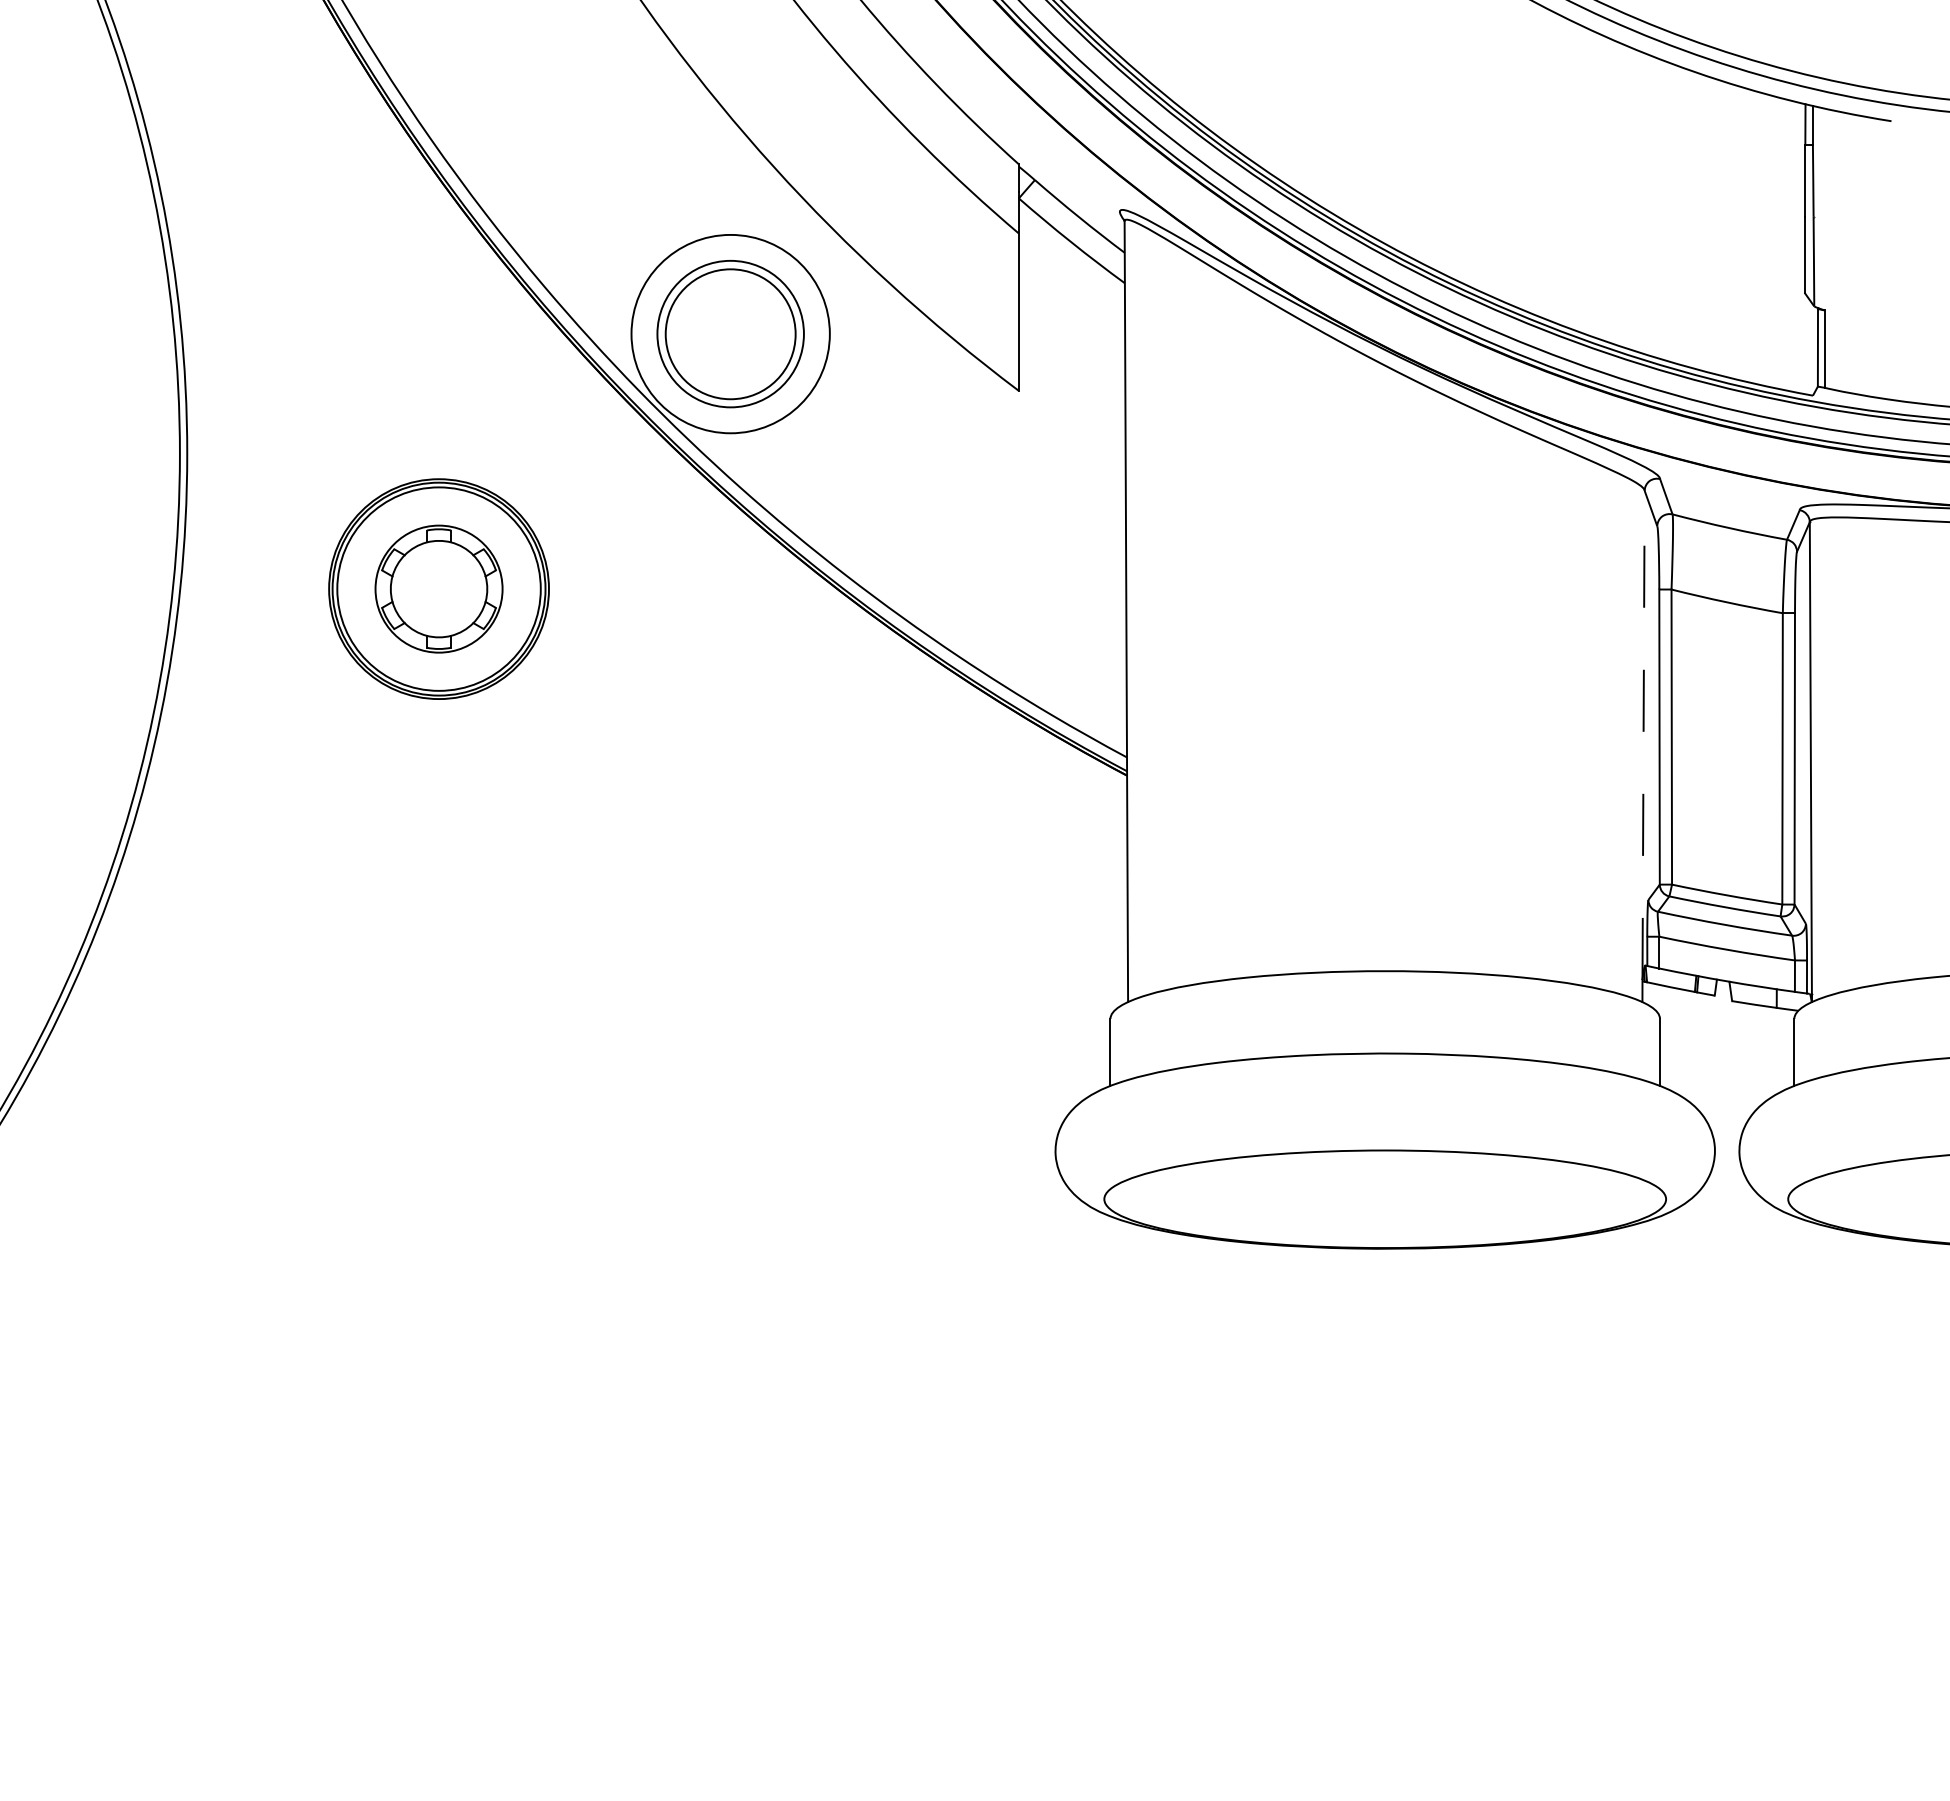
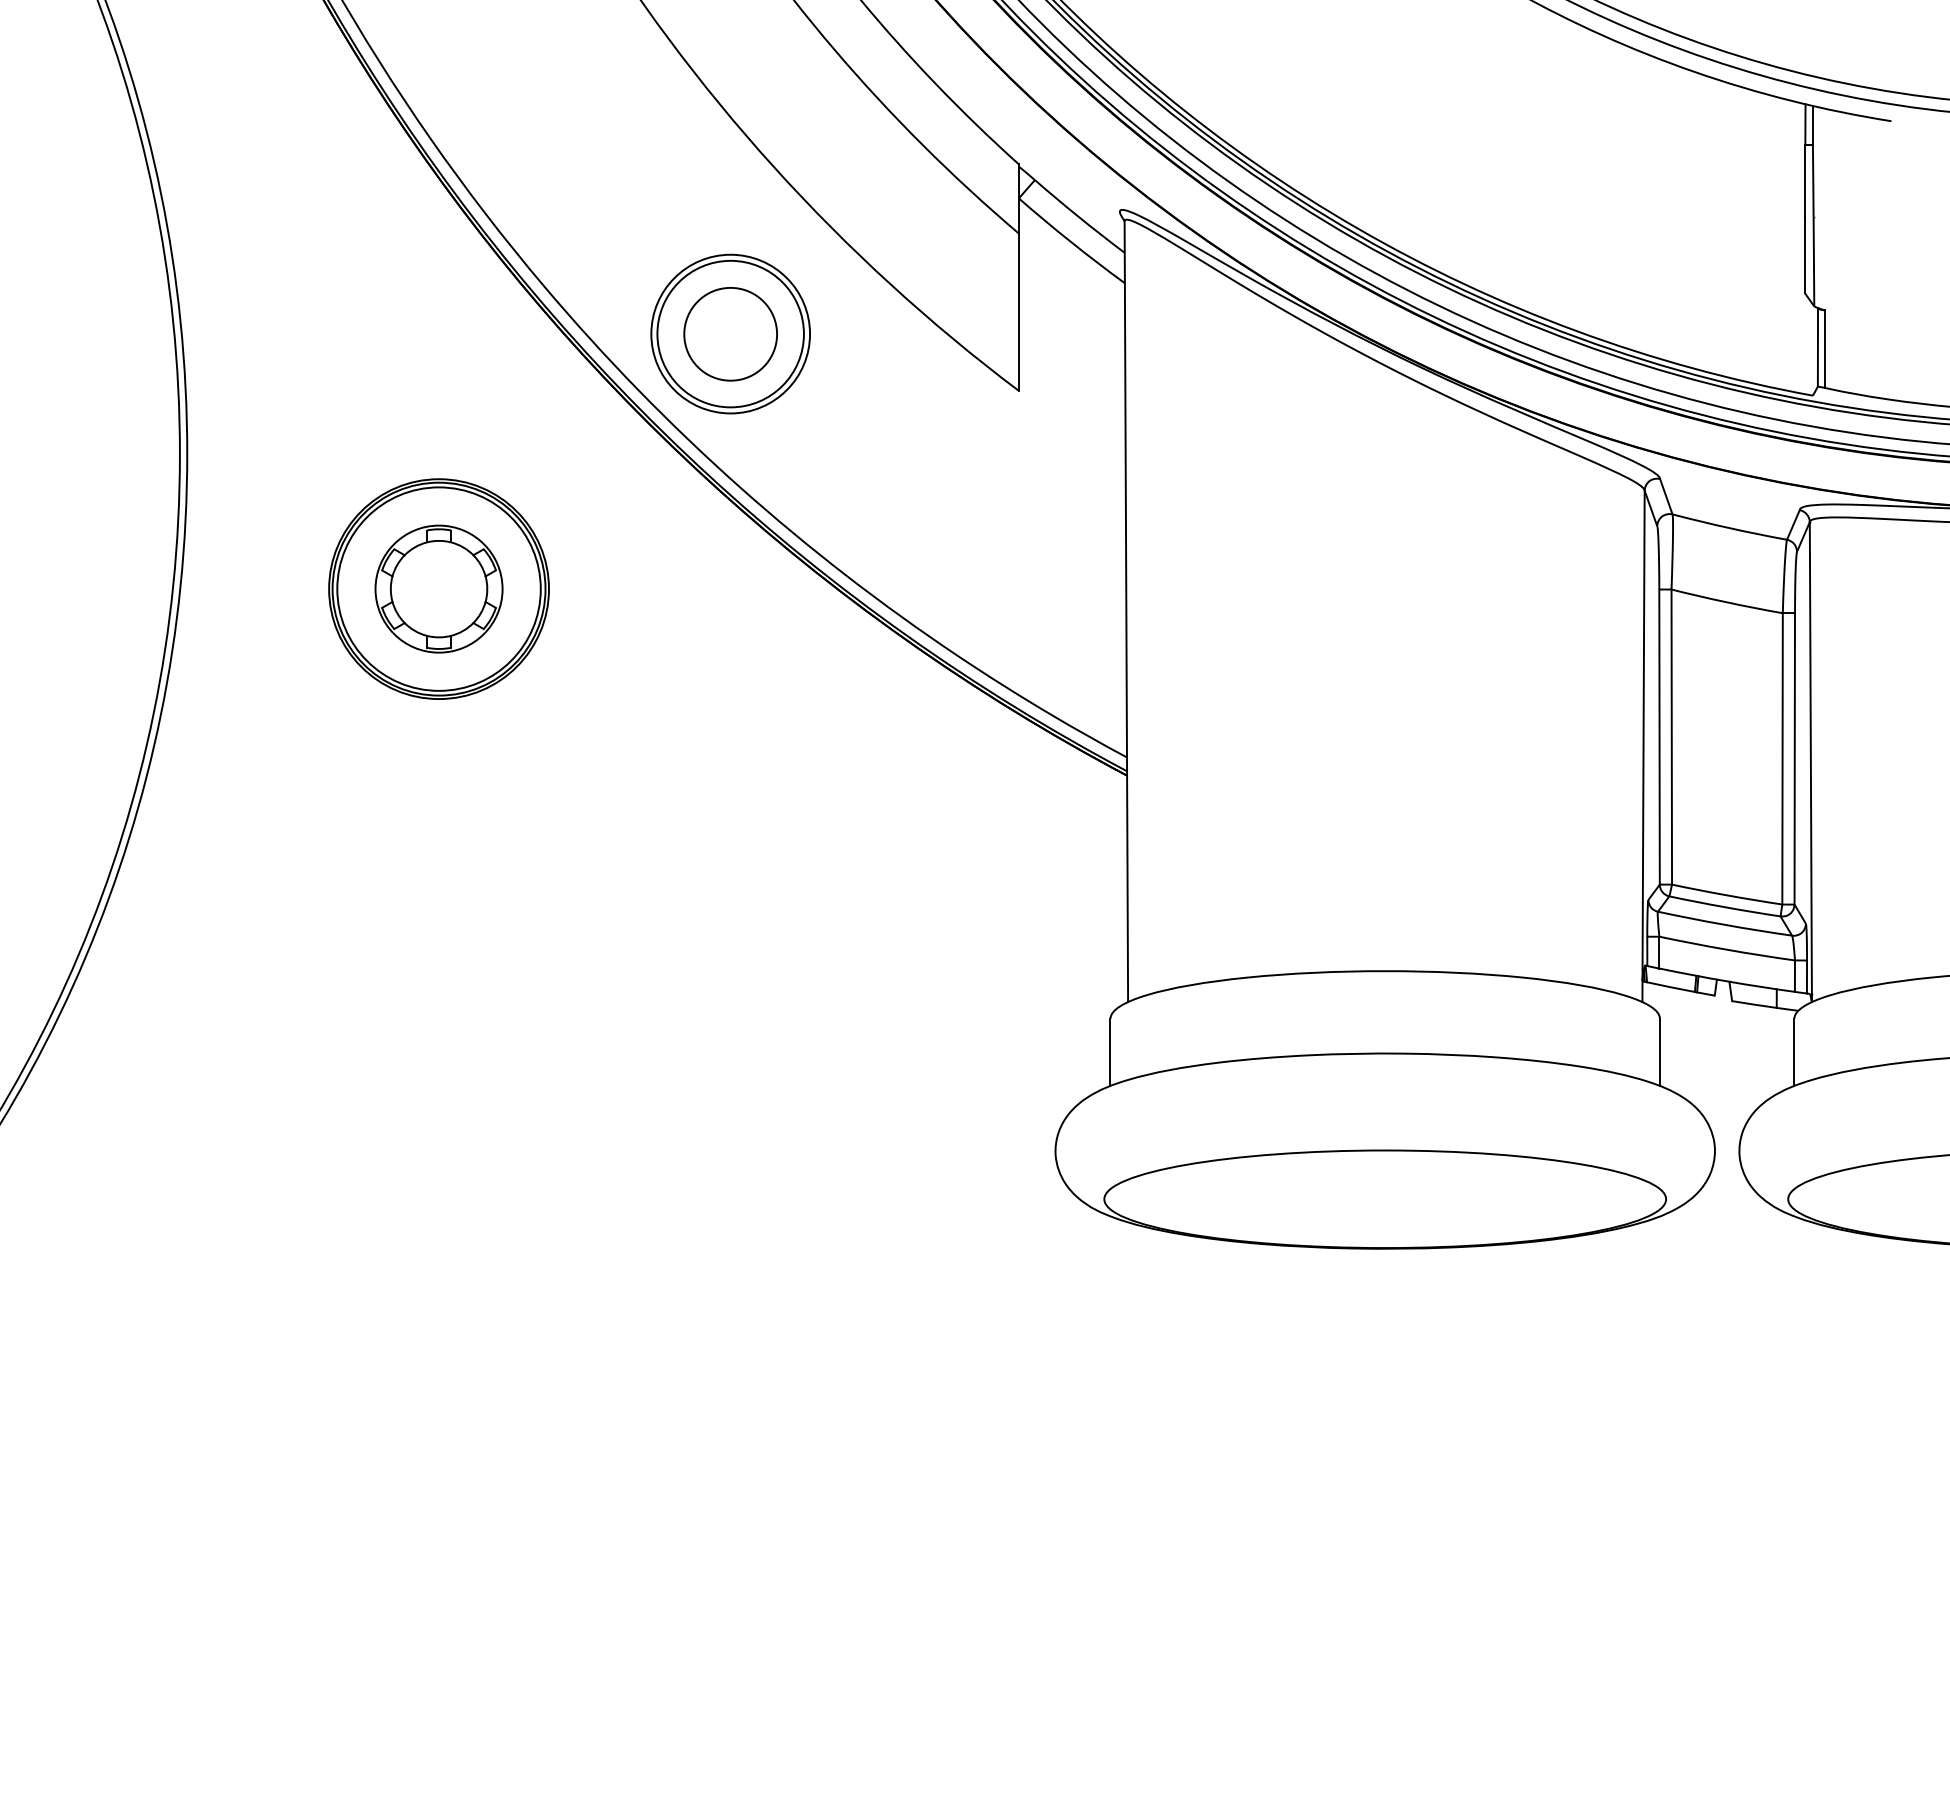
circle at (730, 333) diameter: 198 px -> 159 px
circle at (730, 334) diameter: 130 px -> 93 px
line at (1643, 735): dashed -> solid
